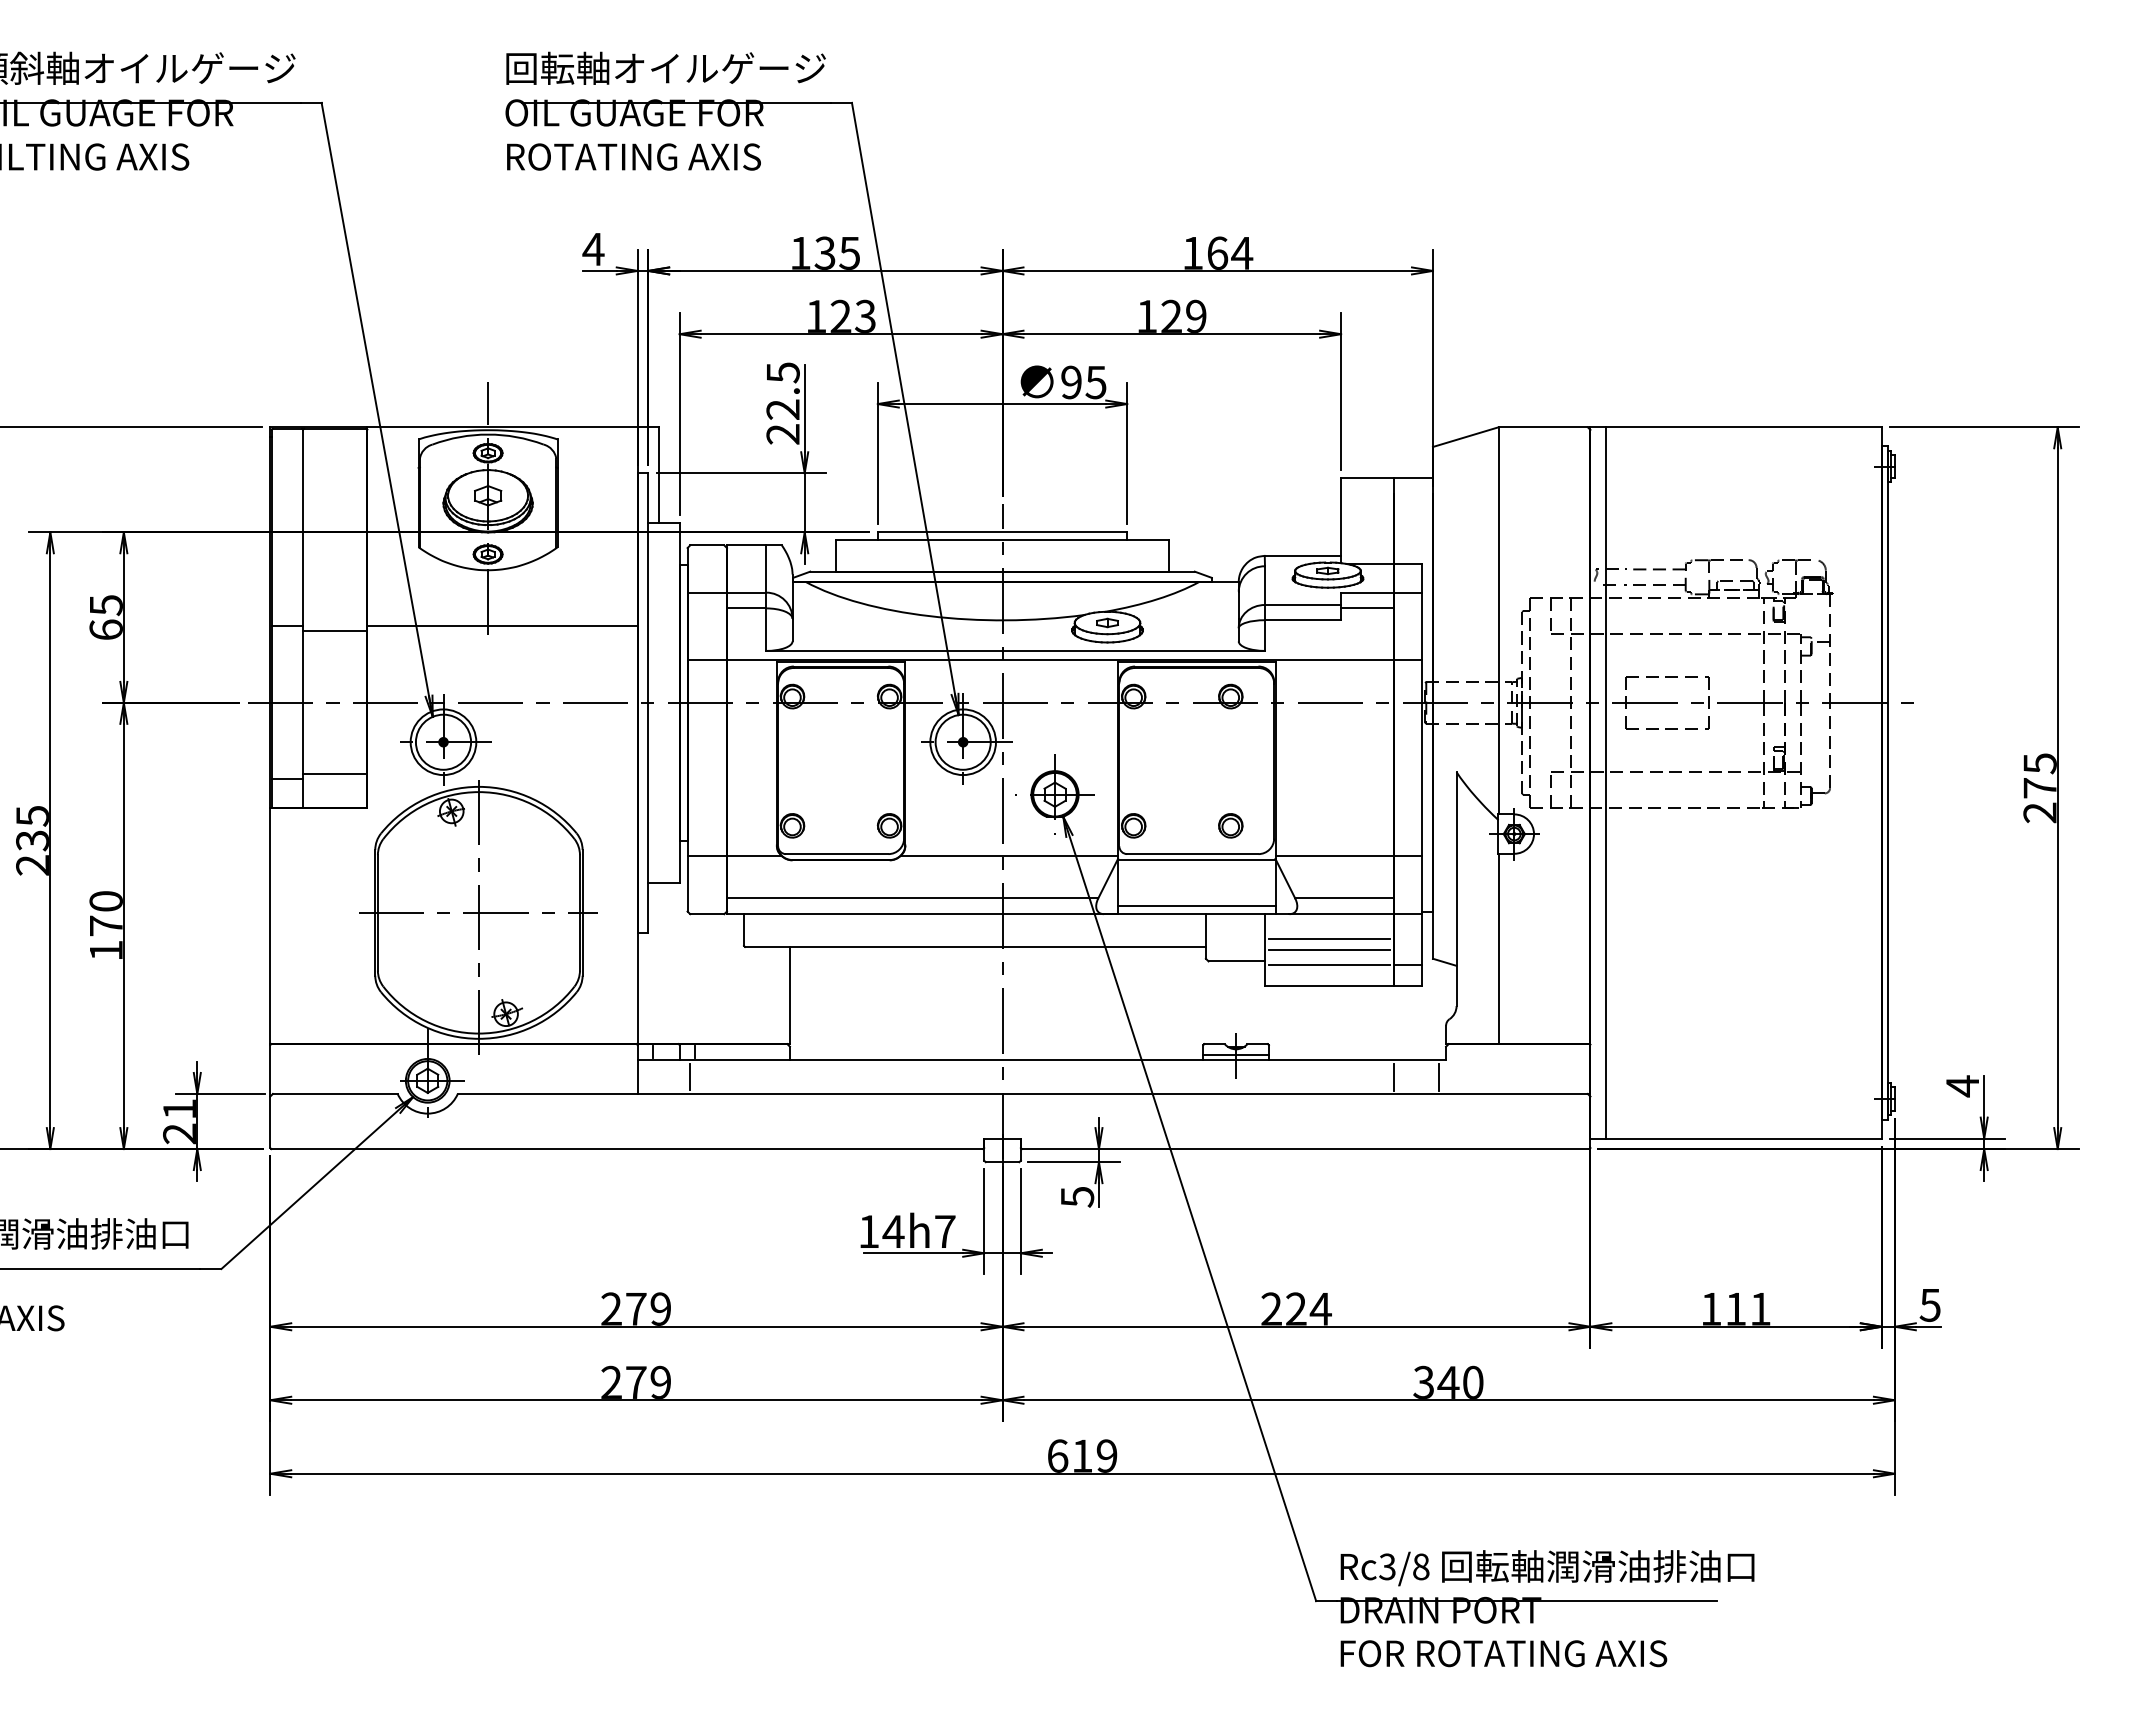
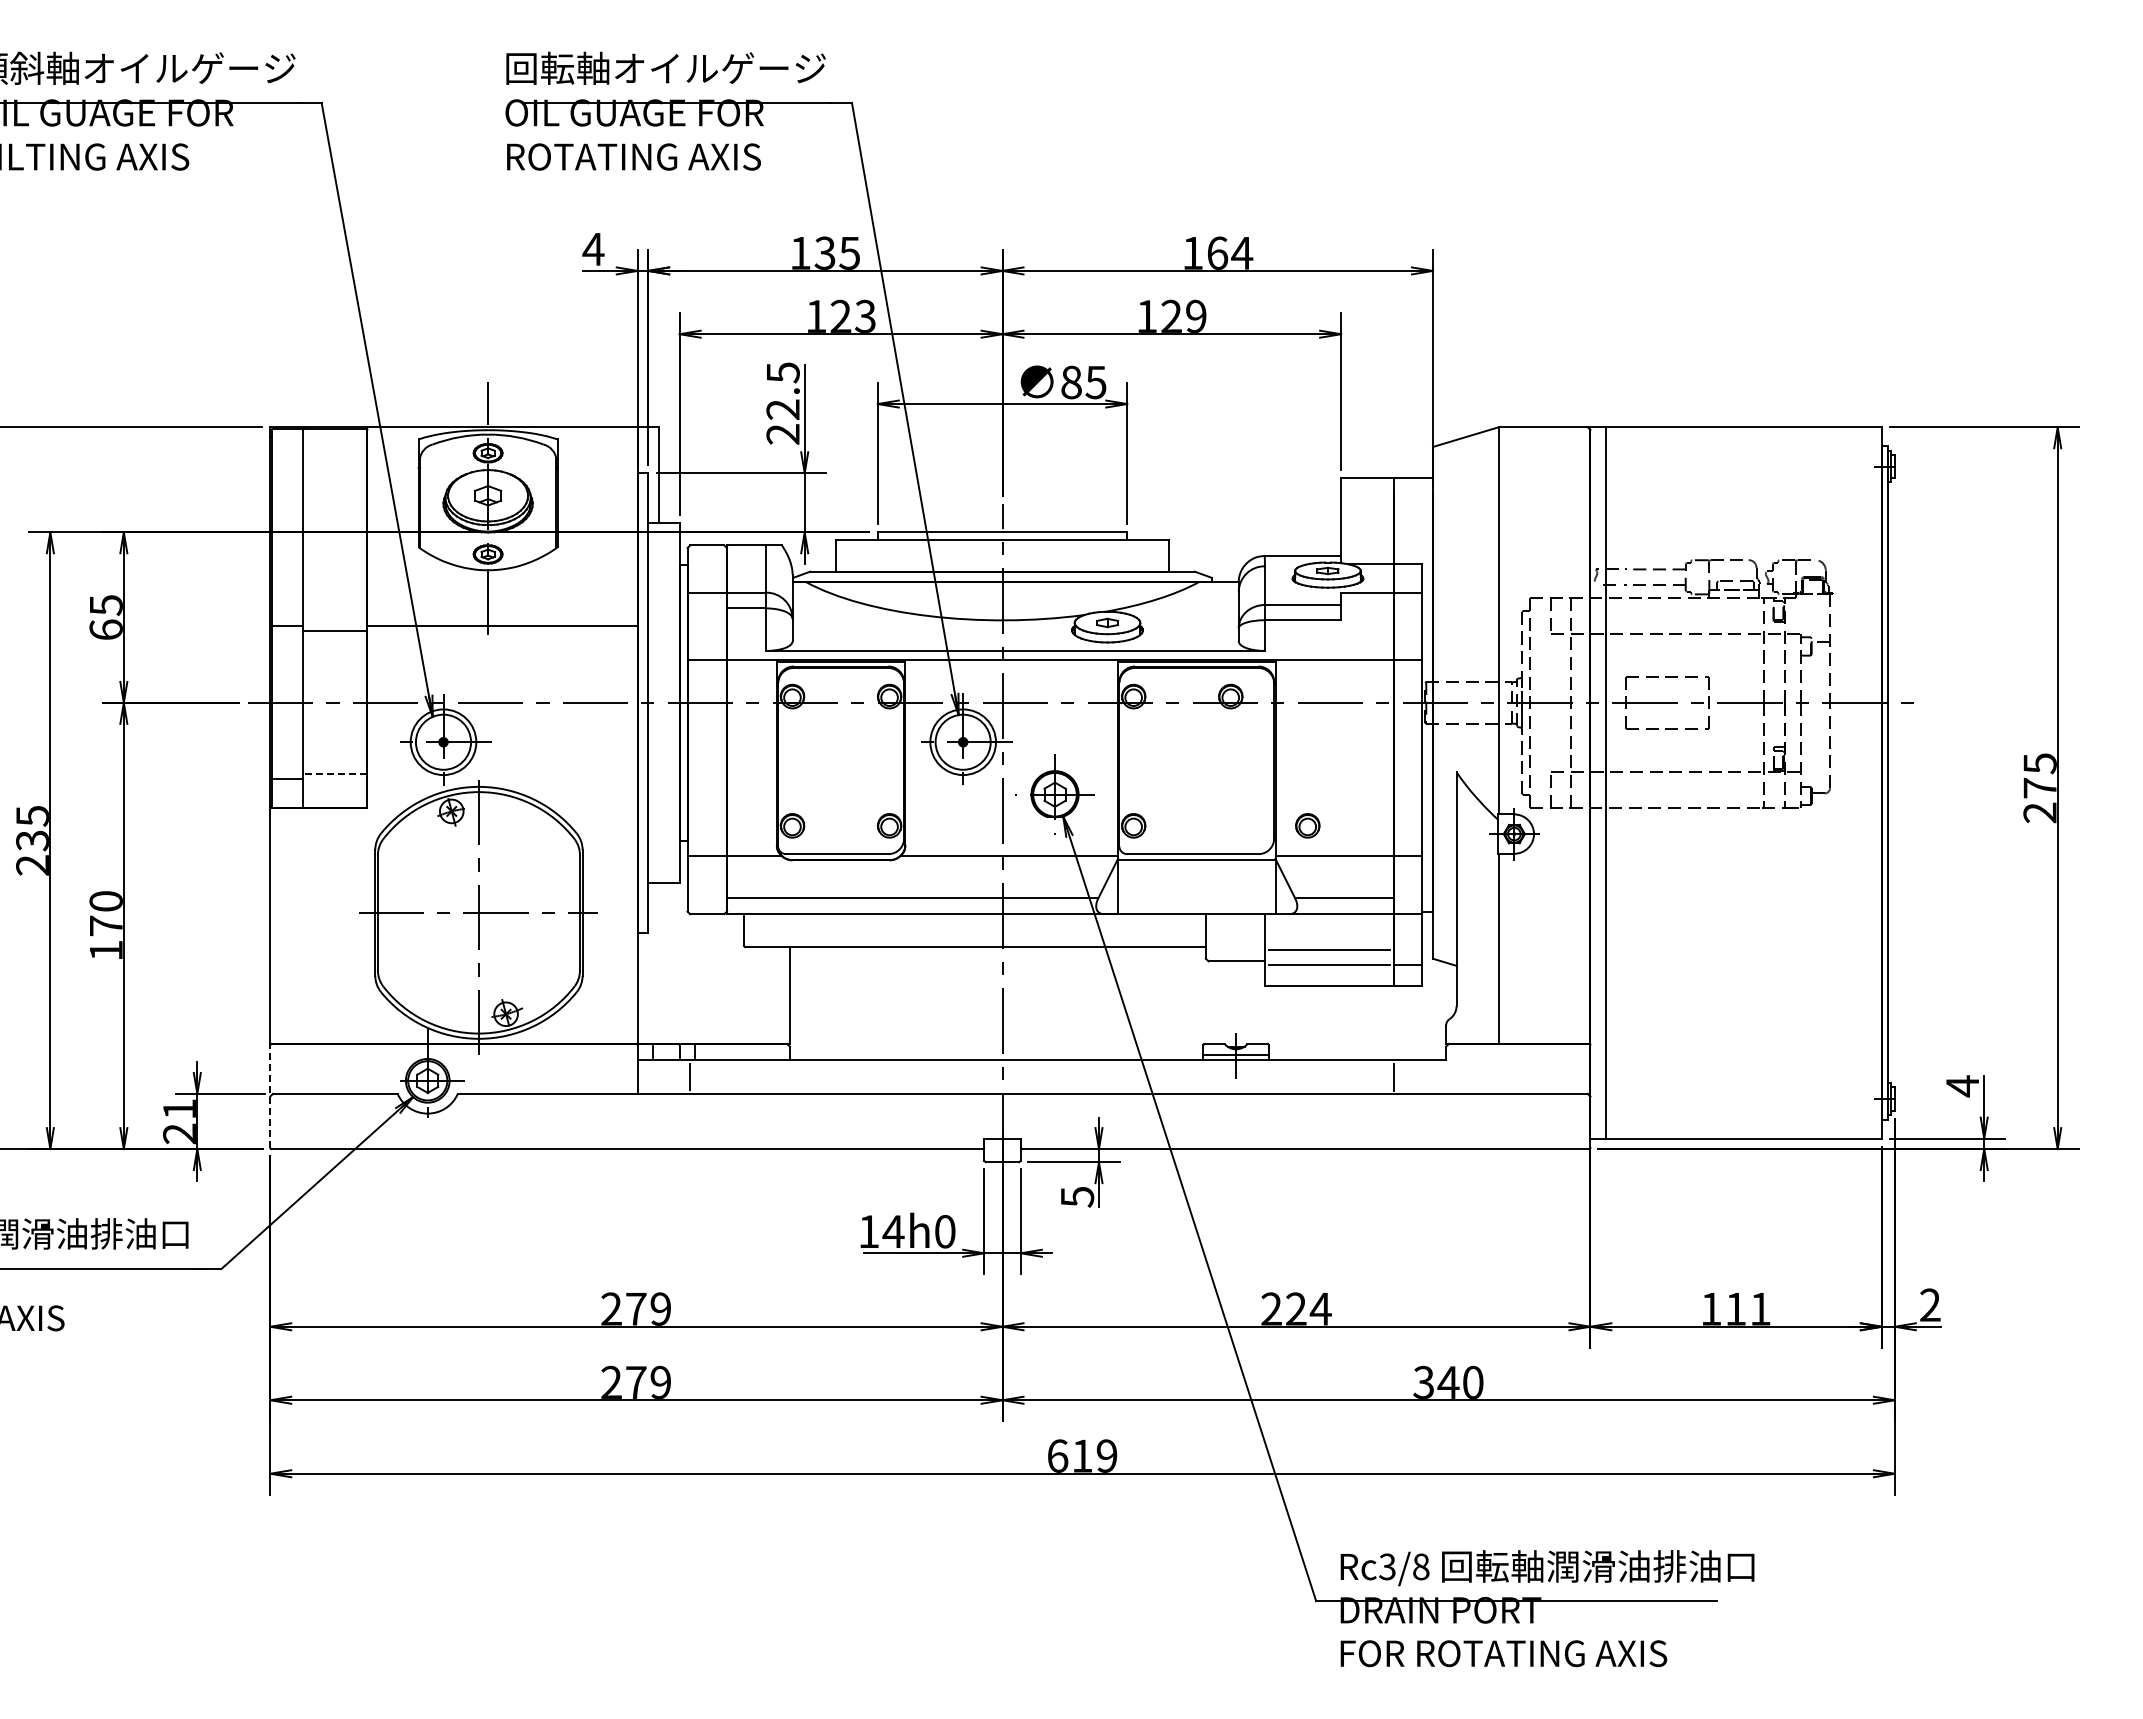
text at (1071, 382): 95 -> 85
line at (1367, 608): present -> none
line at (334, 774): solid -> dashed
part at (1230, 825) position: (1230, 825) -> (1307, 825)
line at (1196, 906): present -> none
line at (1328, 939): present -> none
line at (1439, 1077): present -> none
line at (270, 1096): solid -> dashed
text at (945, 1231): 14h7 -> 14h0
text at (1929, 1304): 5 -> 2
